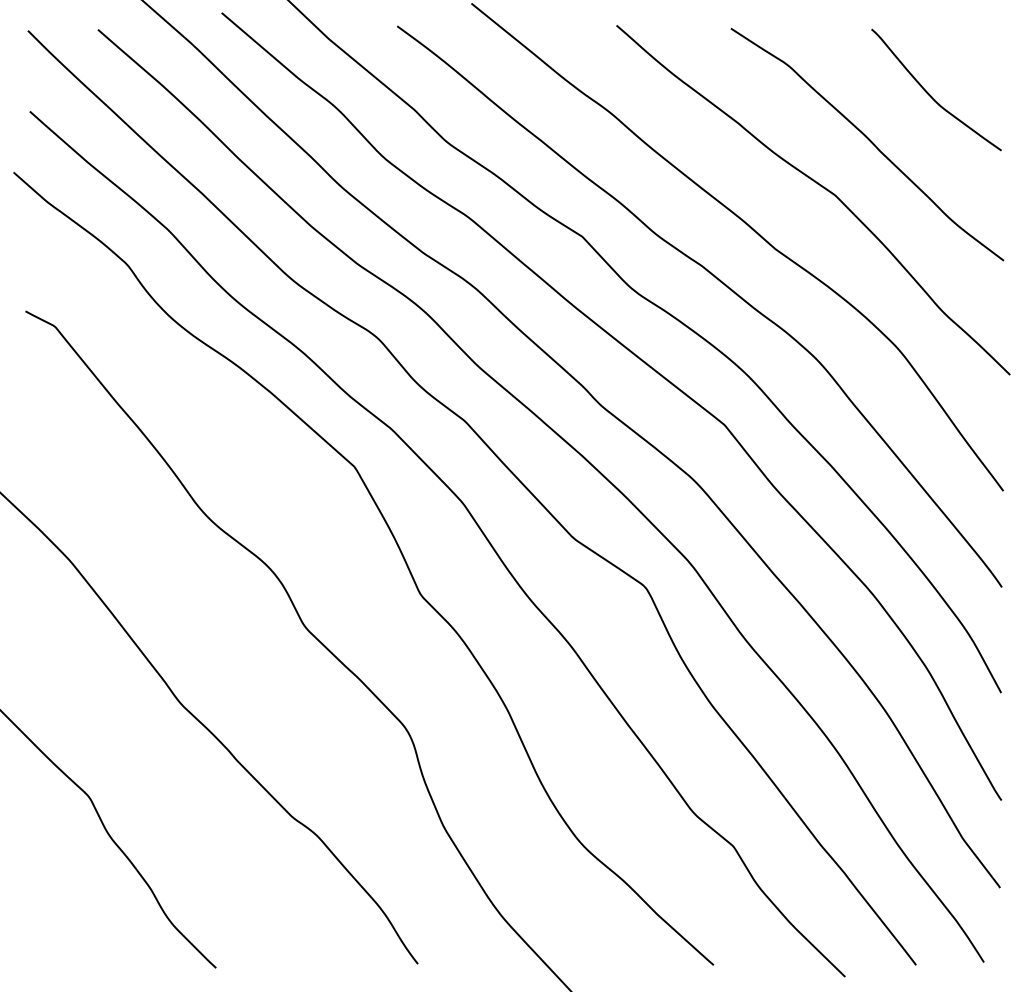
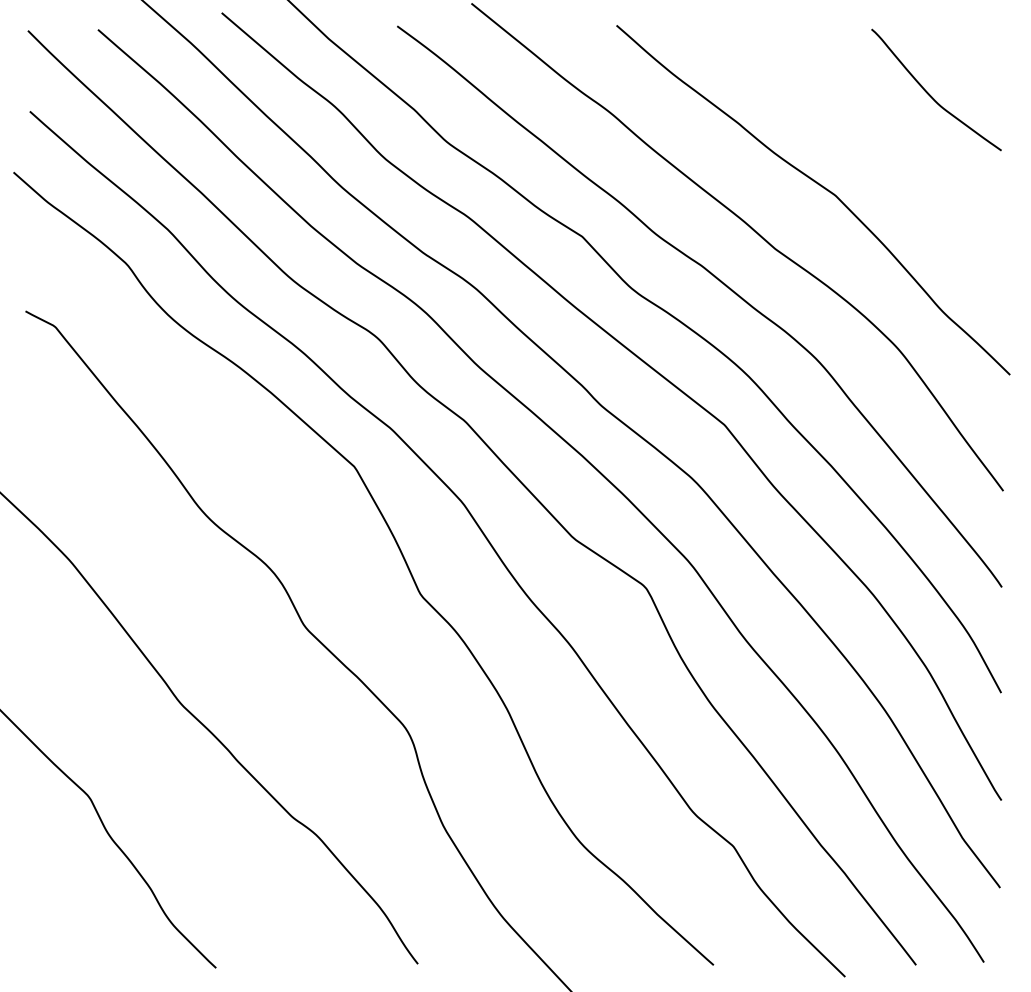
curve at (869, 141): present -> none
